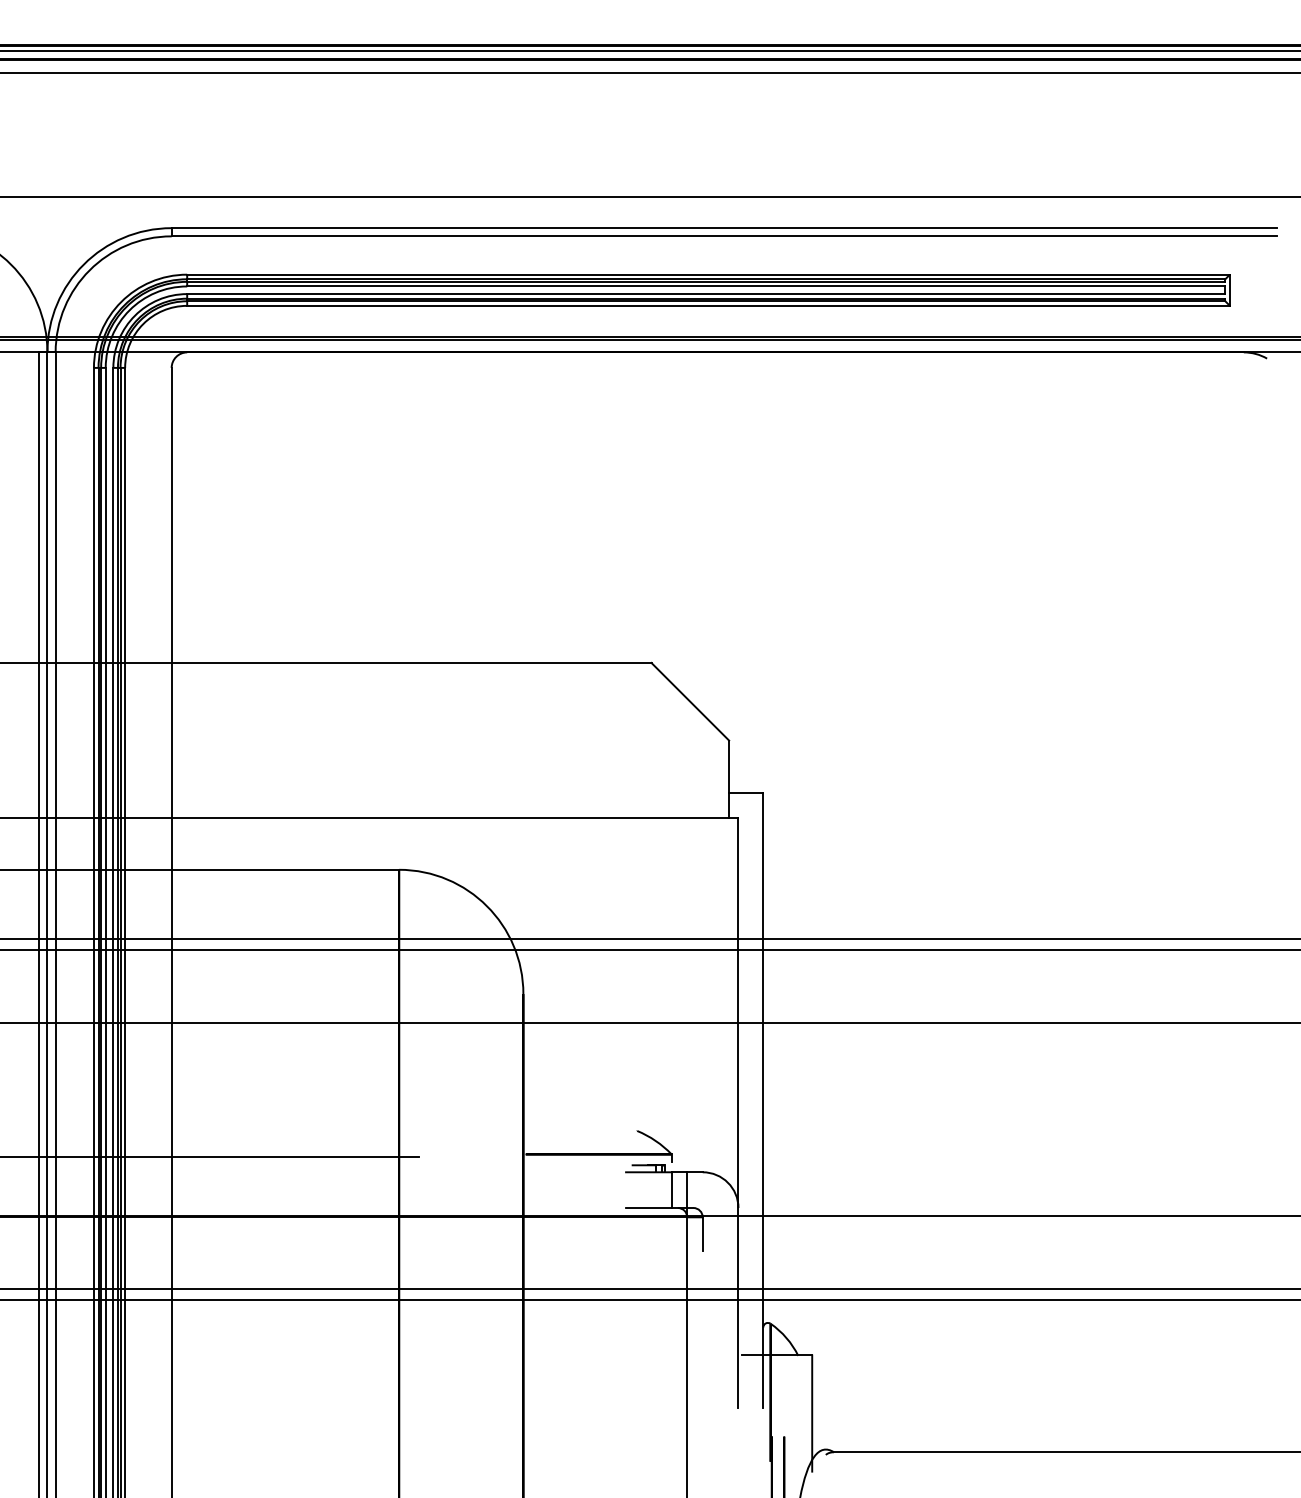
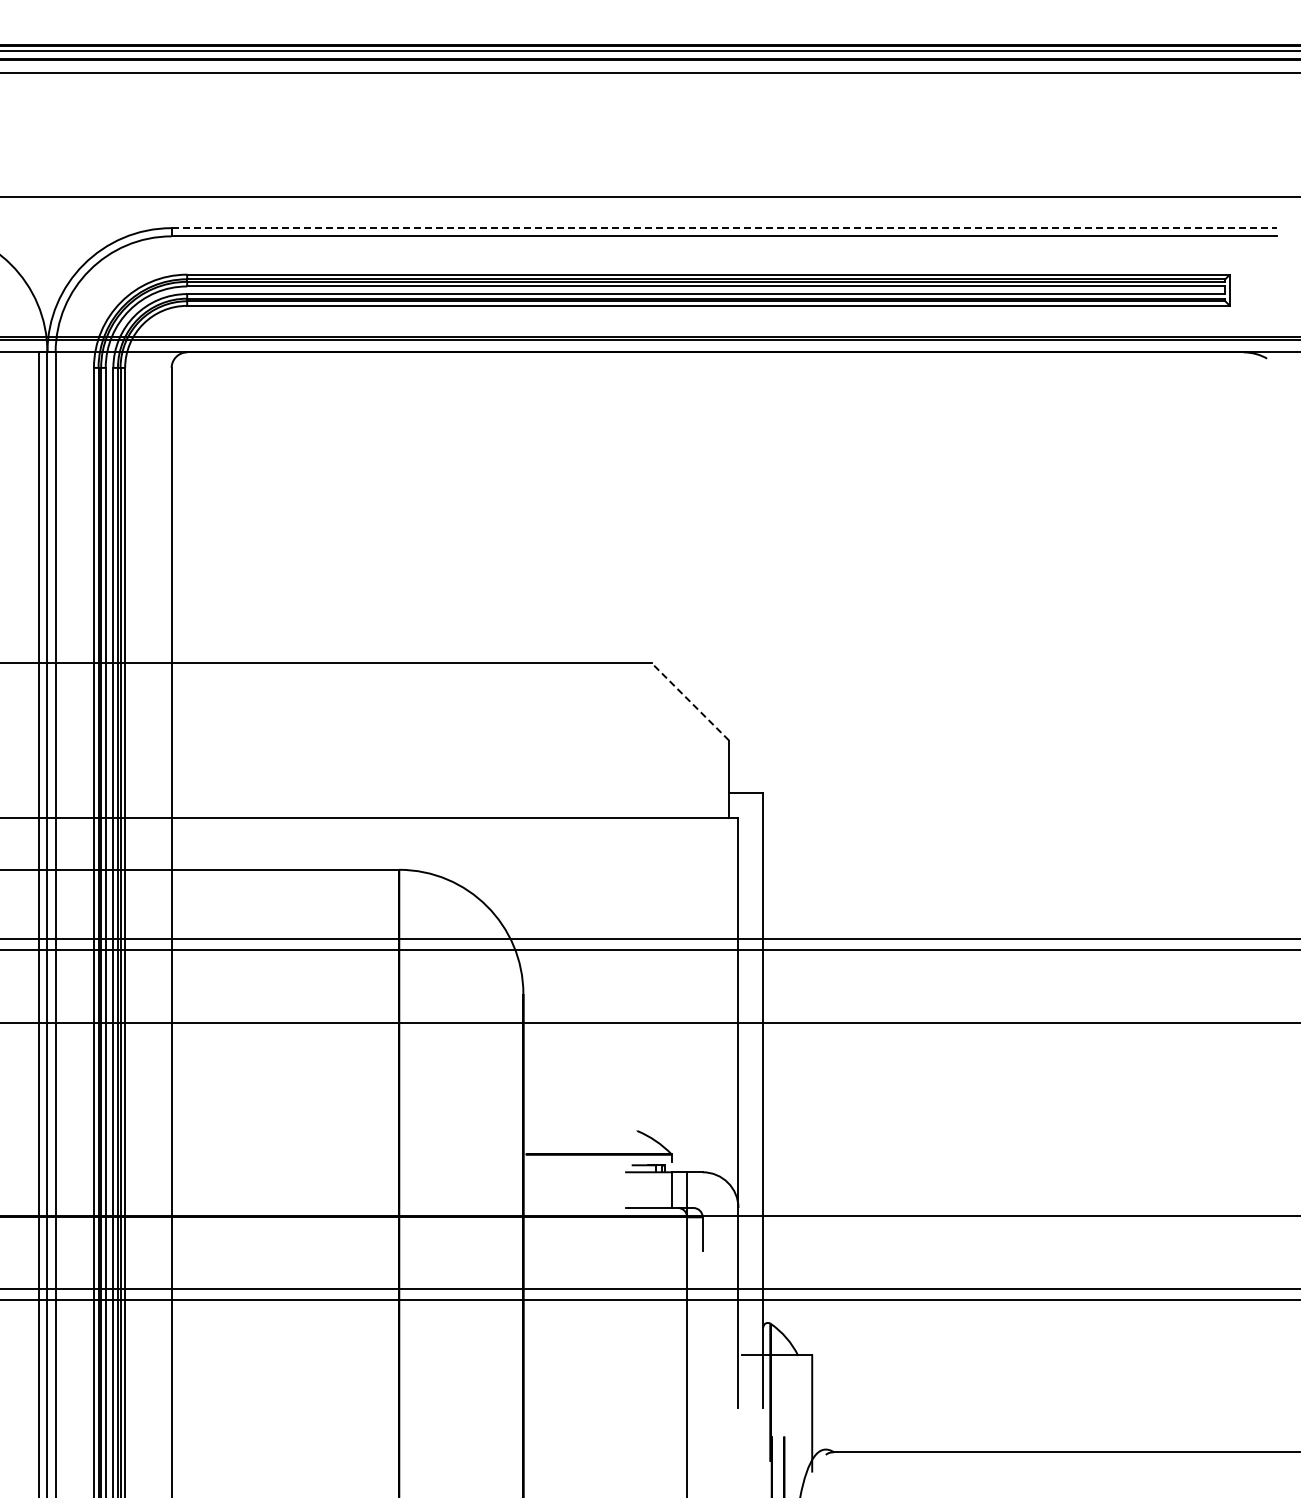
line at (724, 228): solid -> dashed
line at (690, 701): solid -> dashed
line at (210, 1157): present -> none
